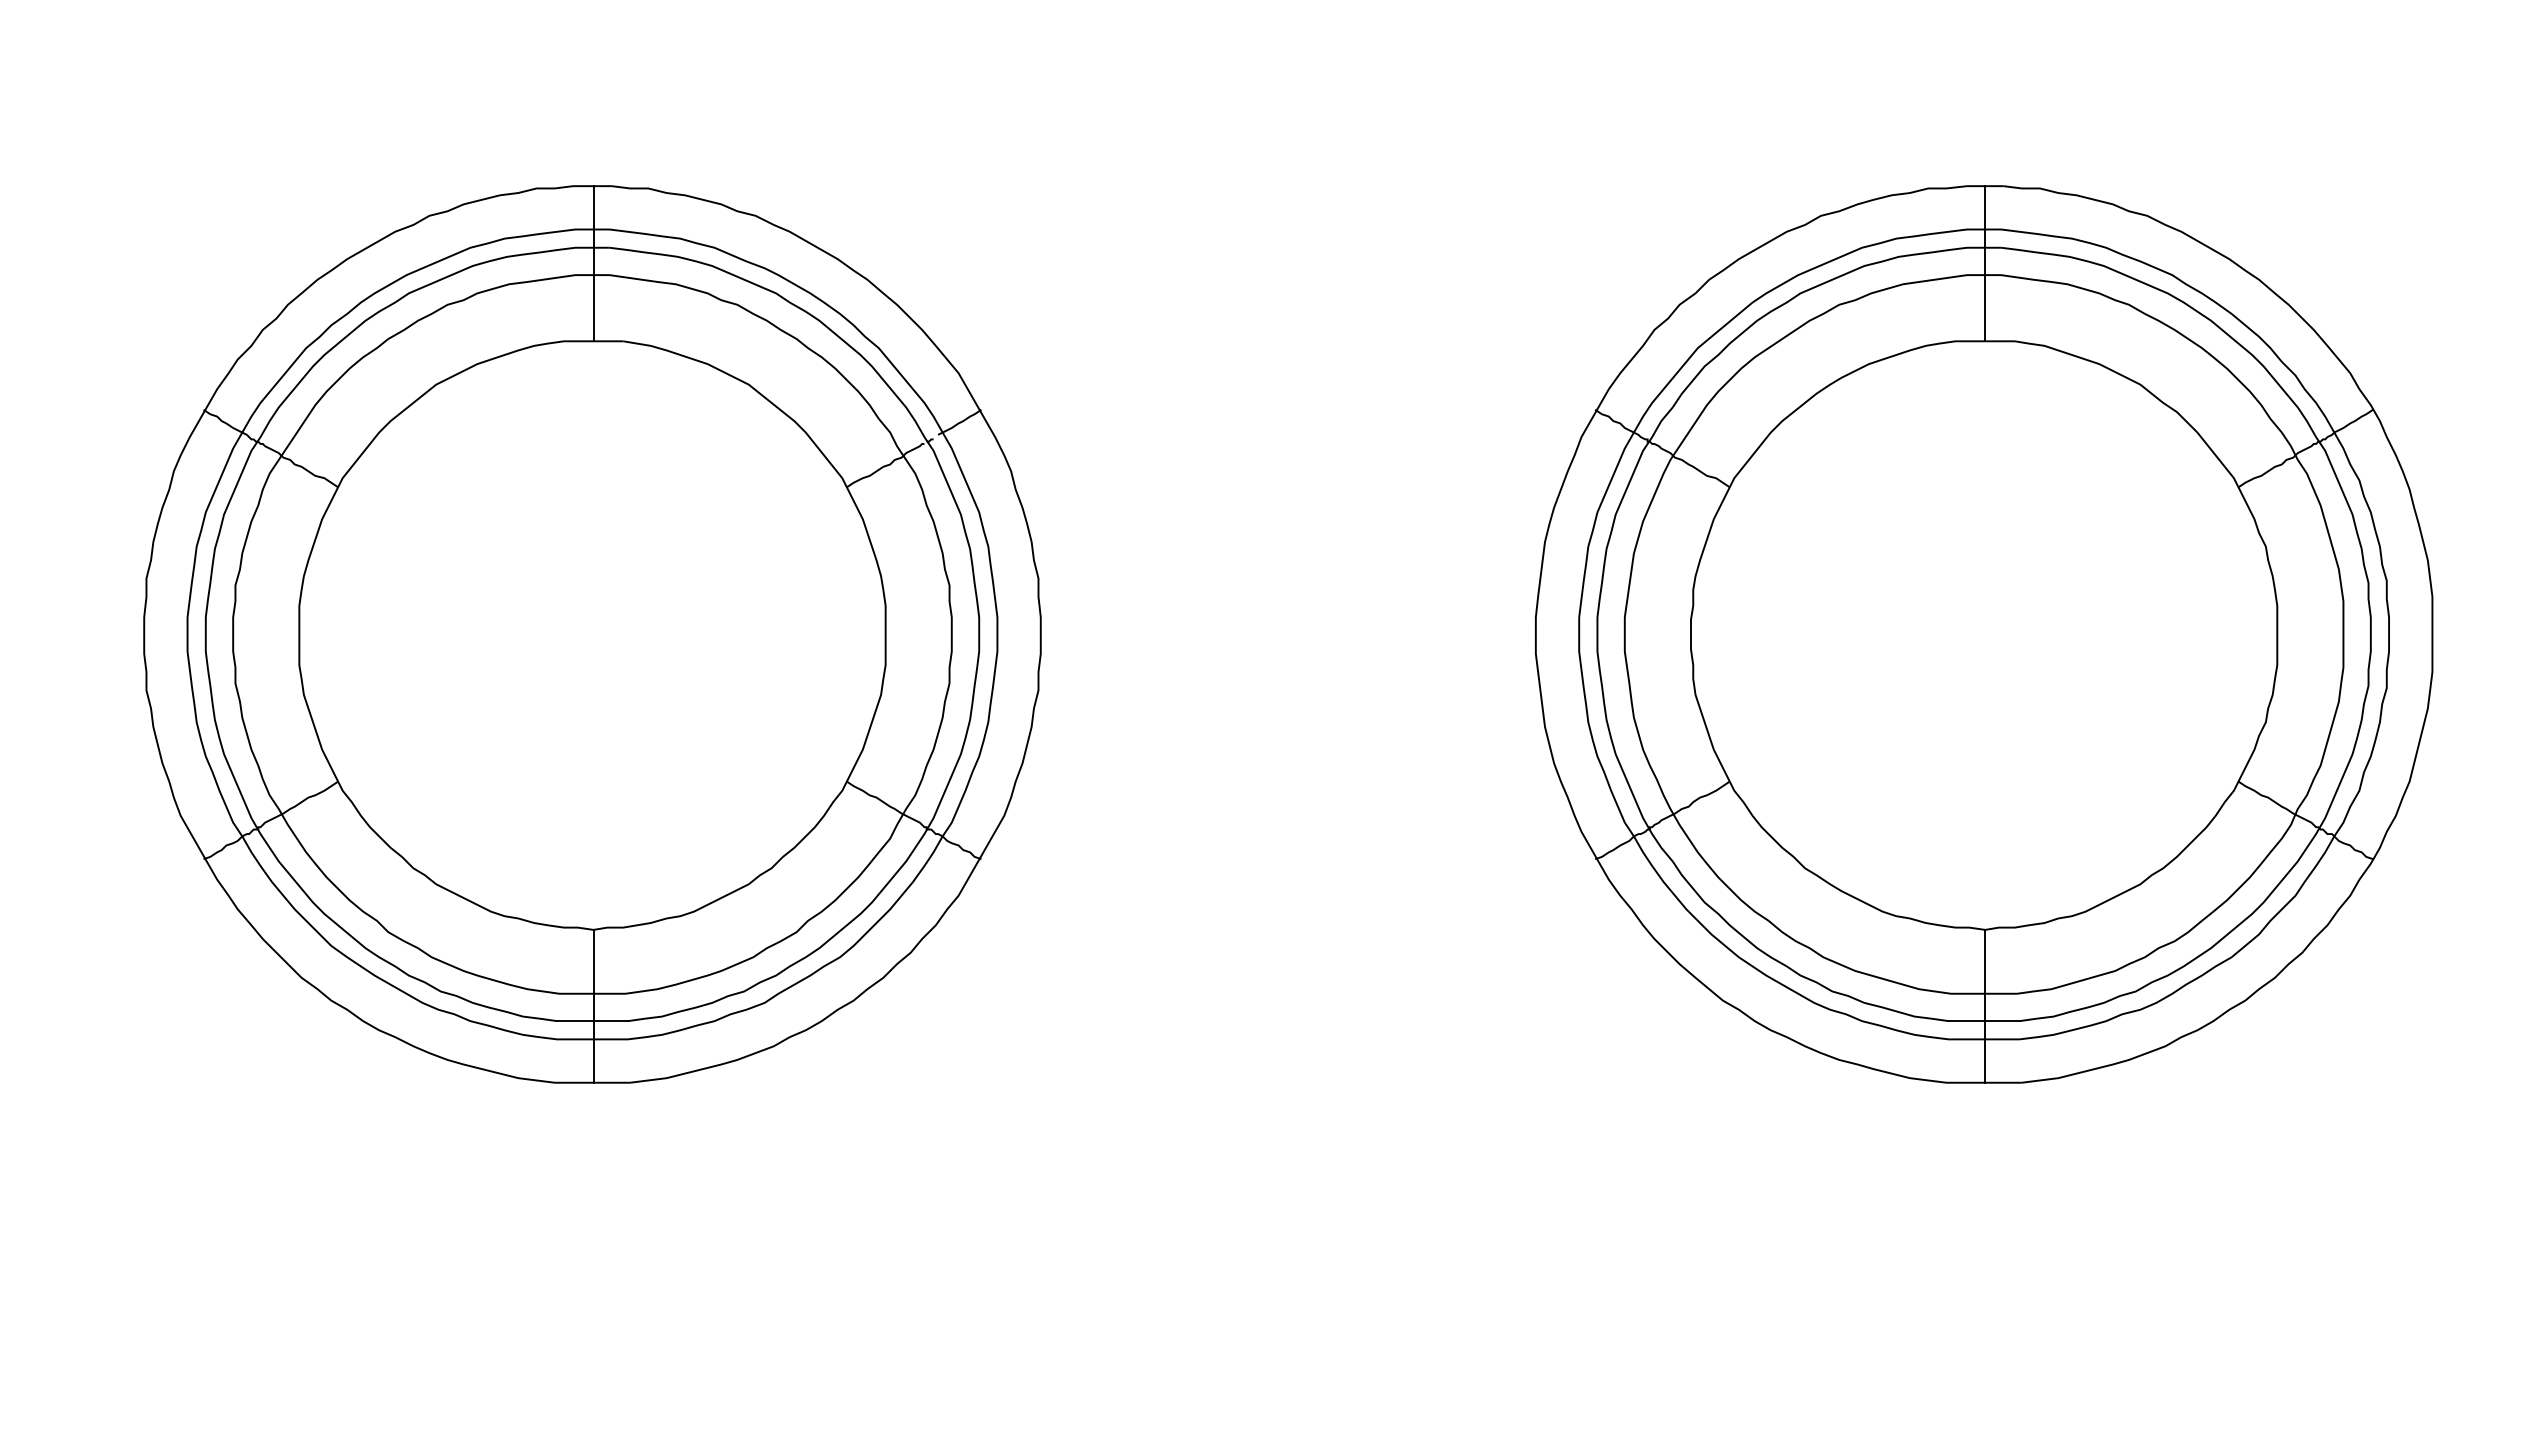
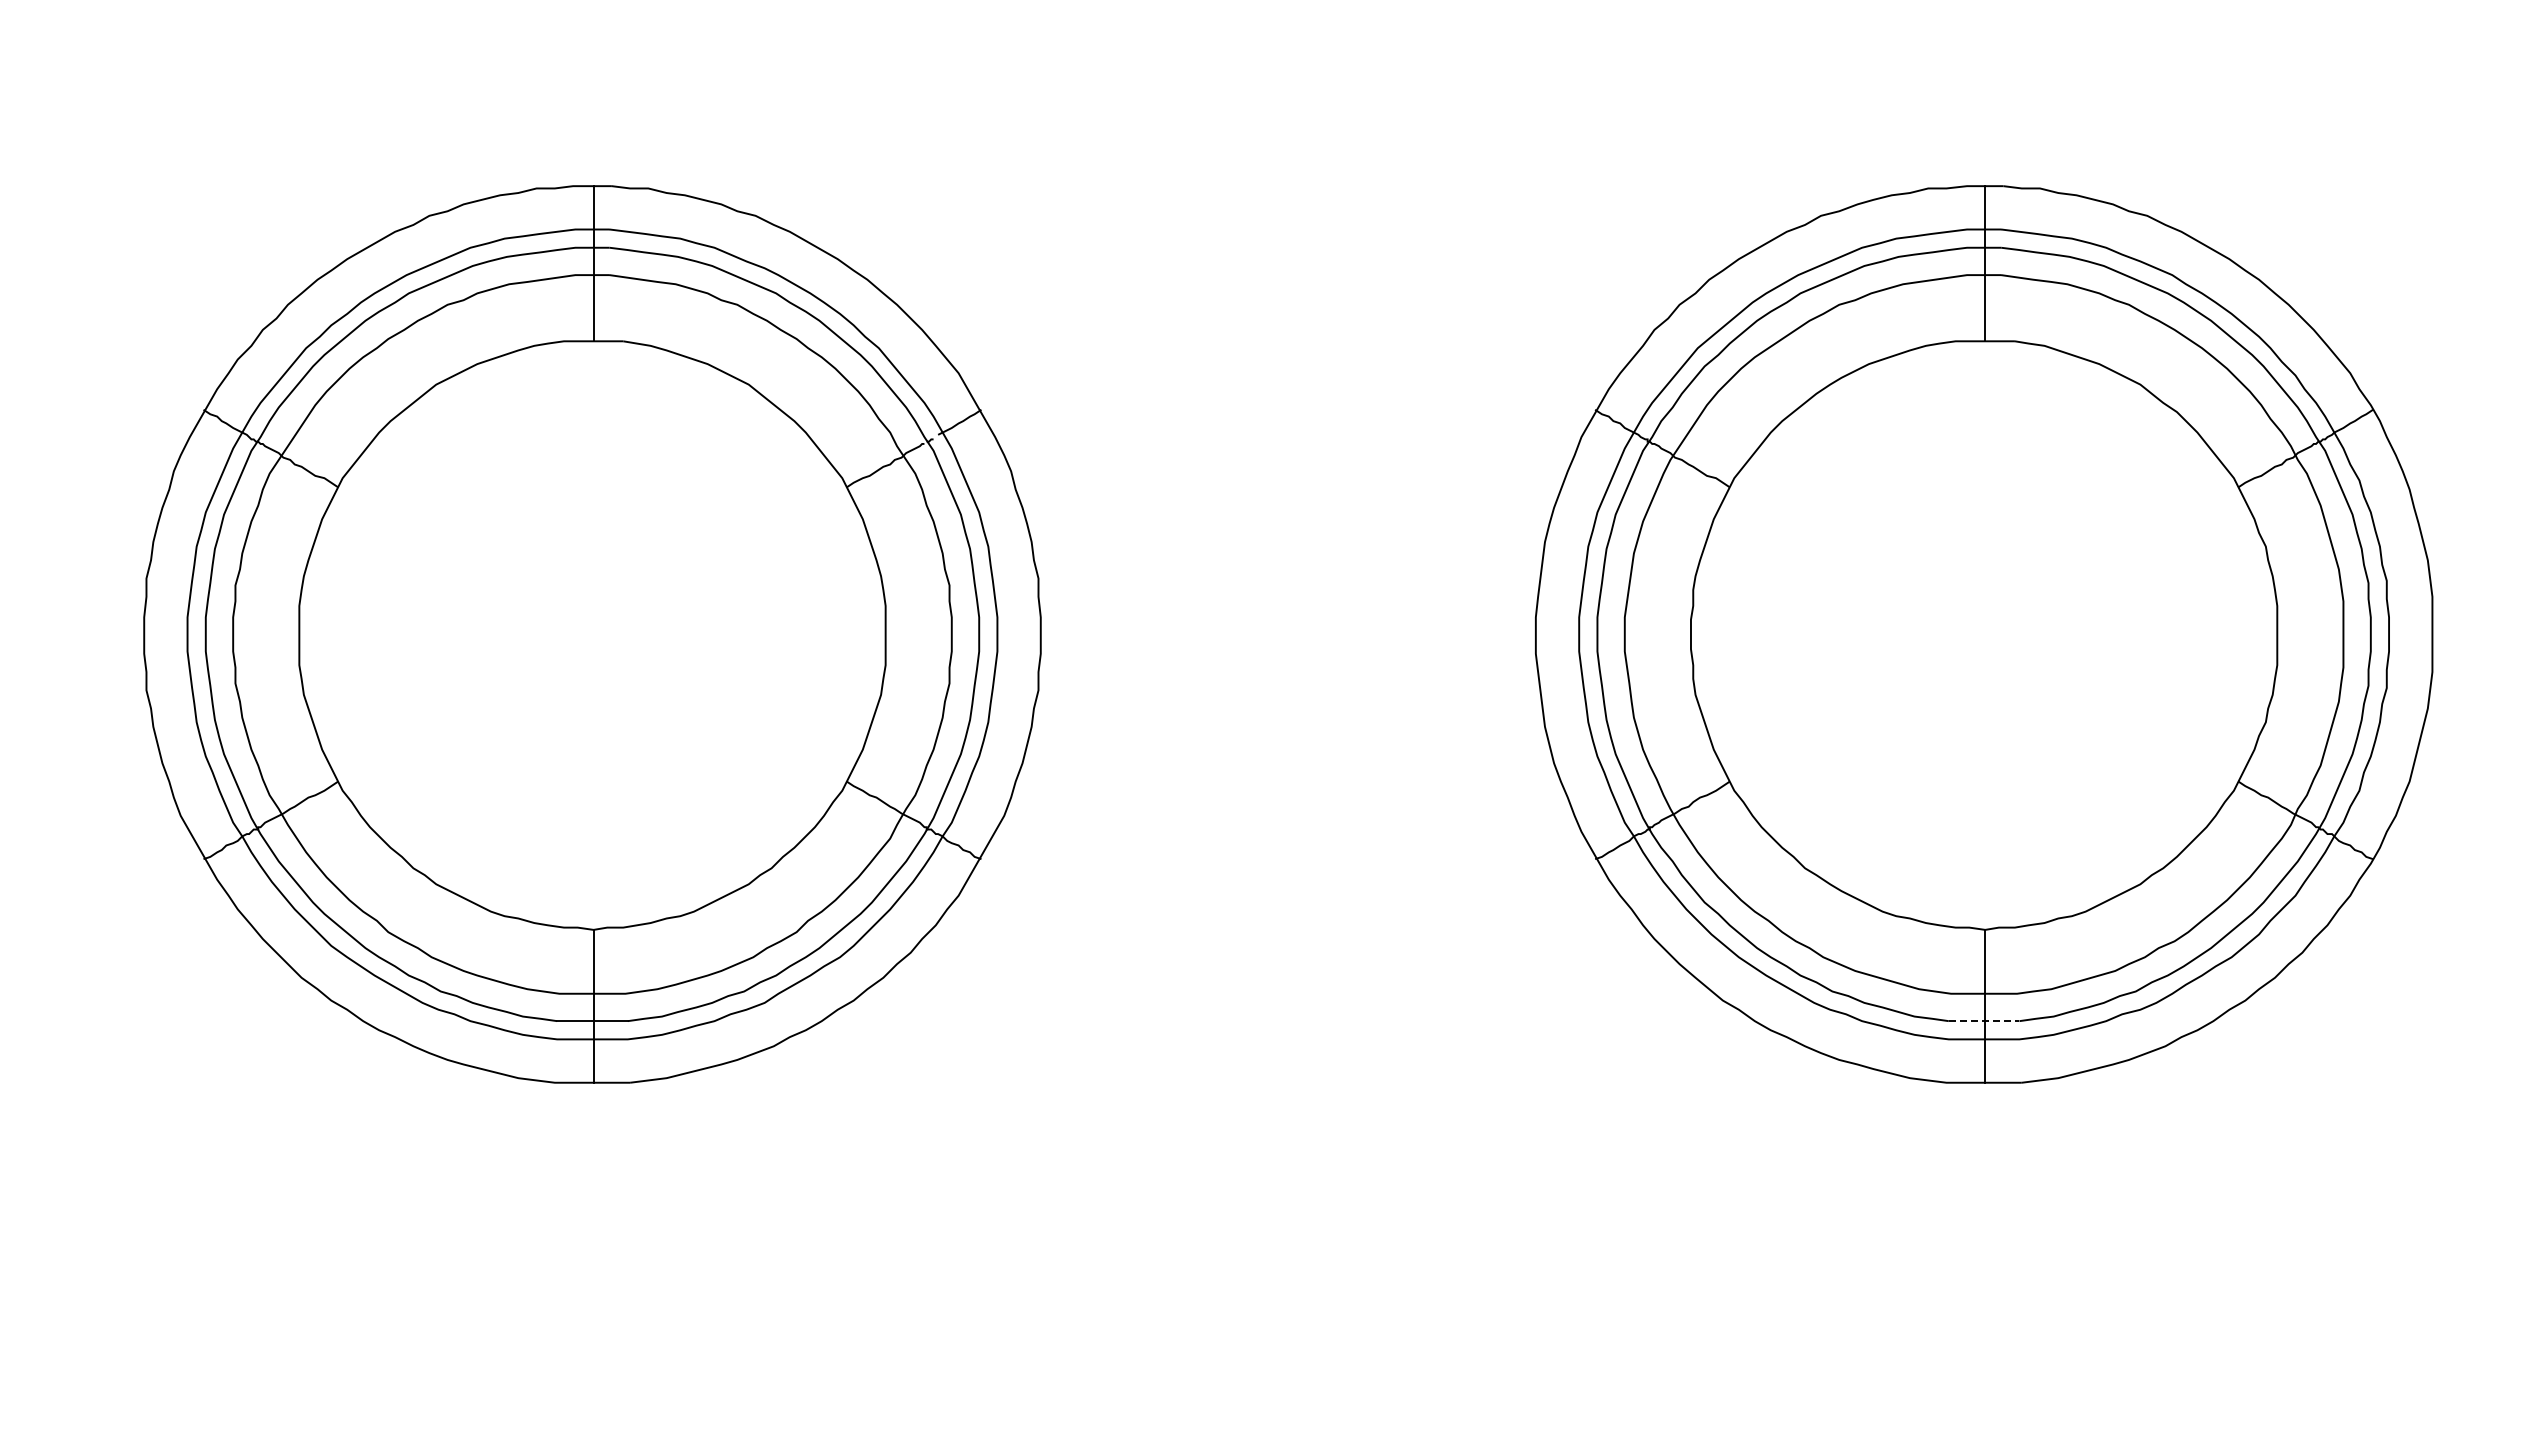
line at (1984, 1021): solid -> dashed
